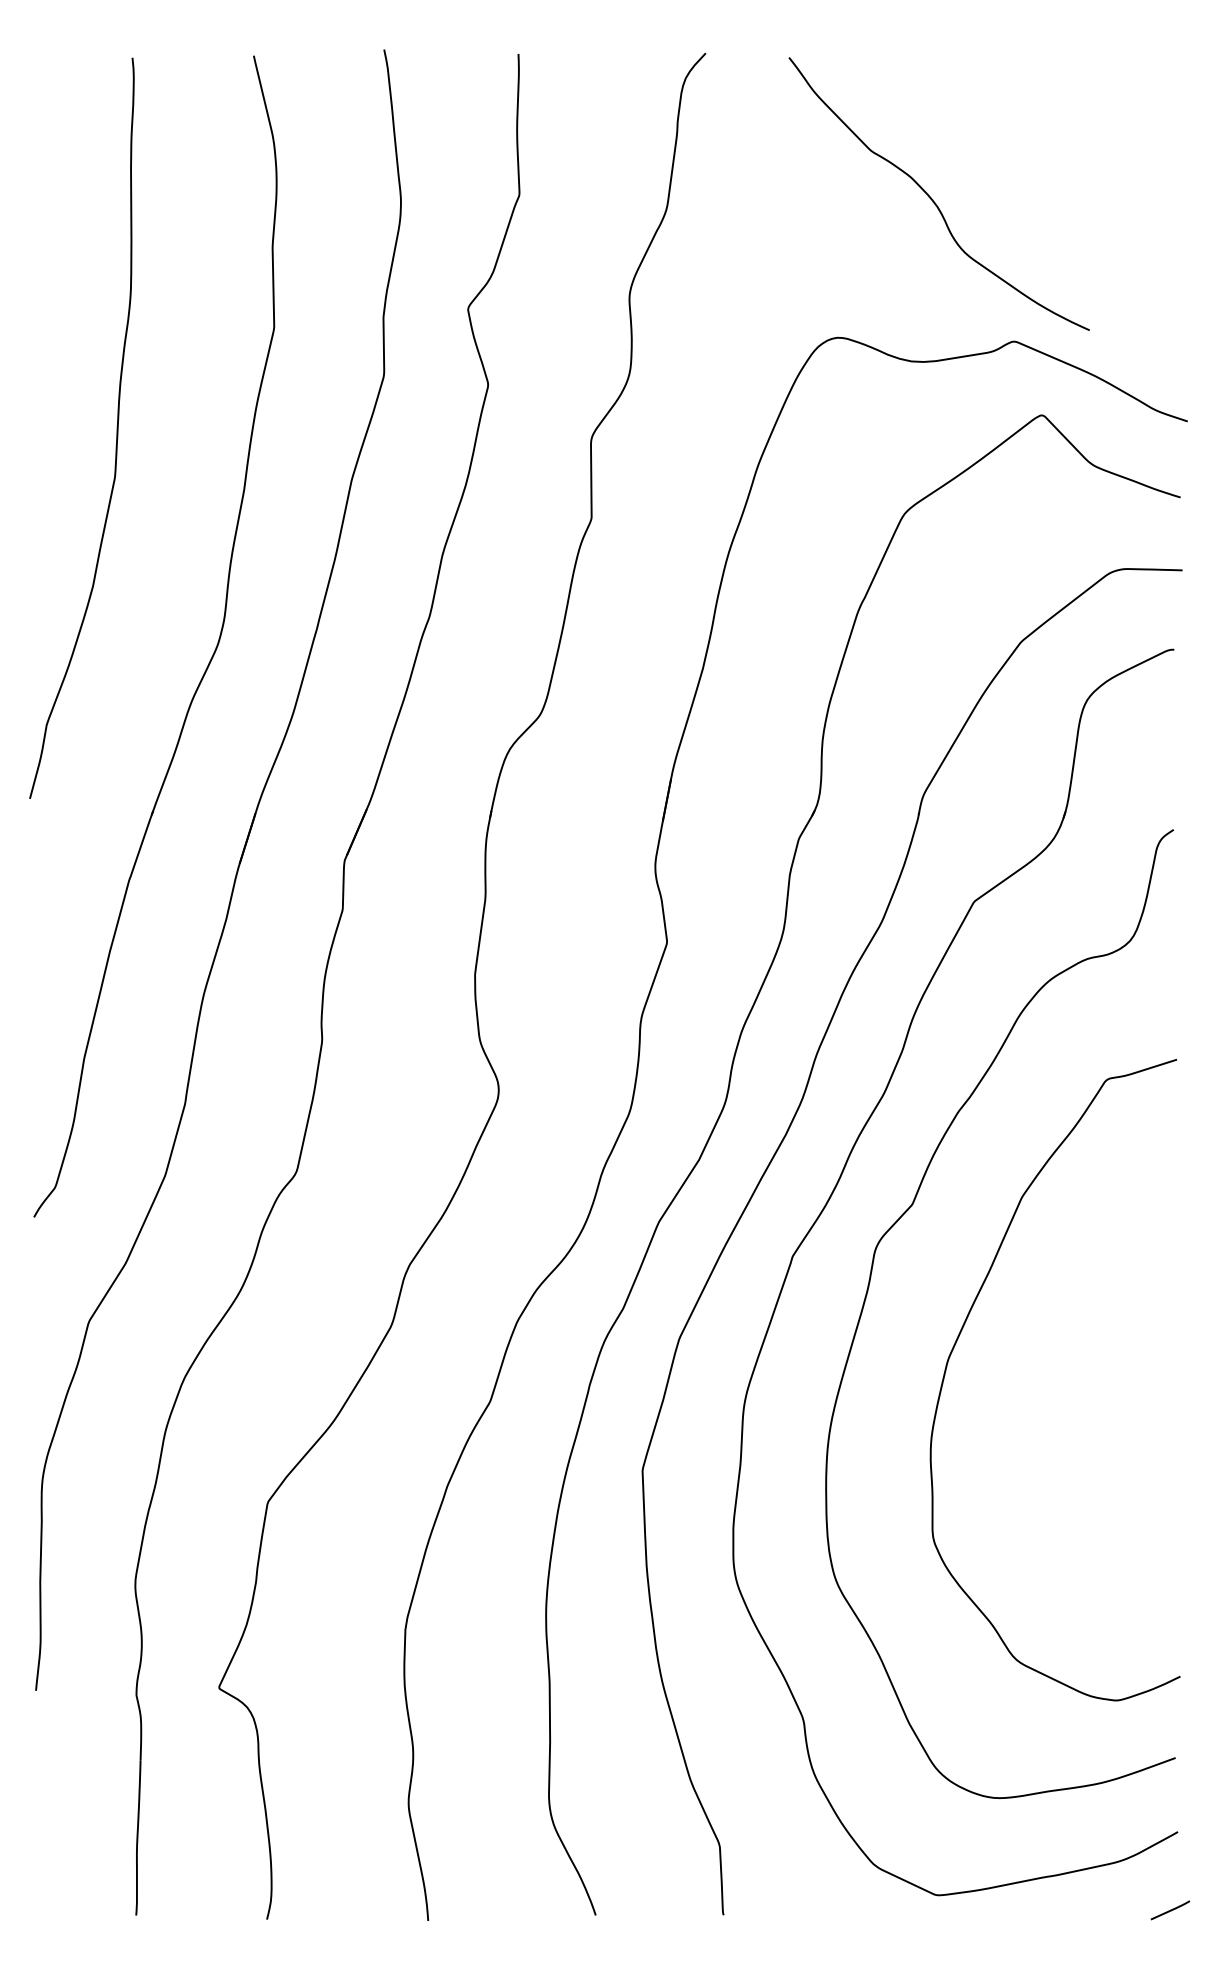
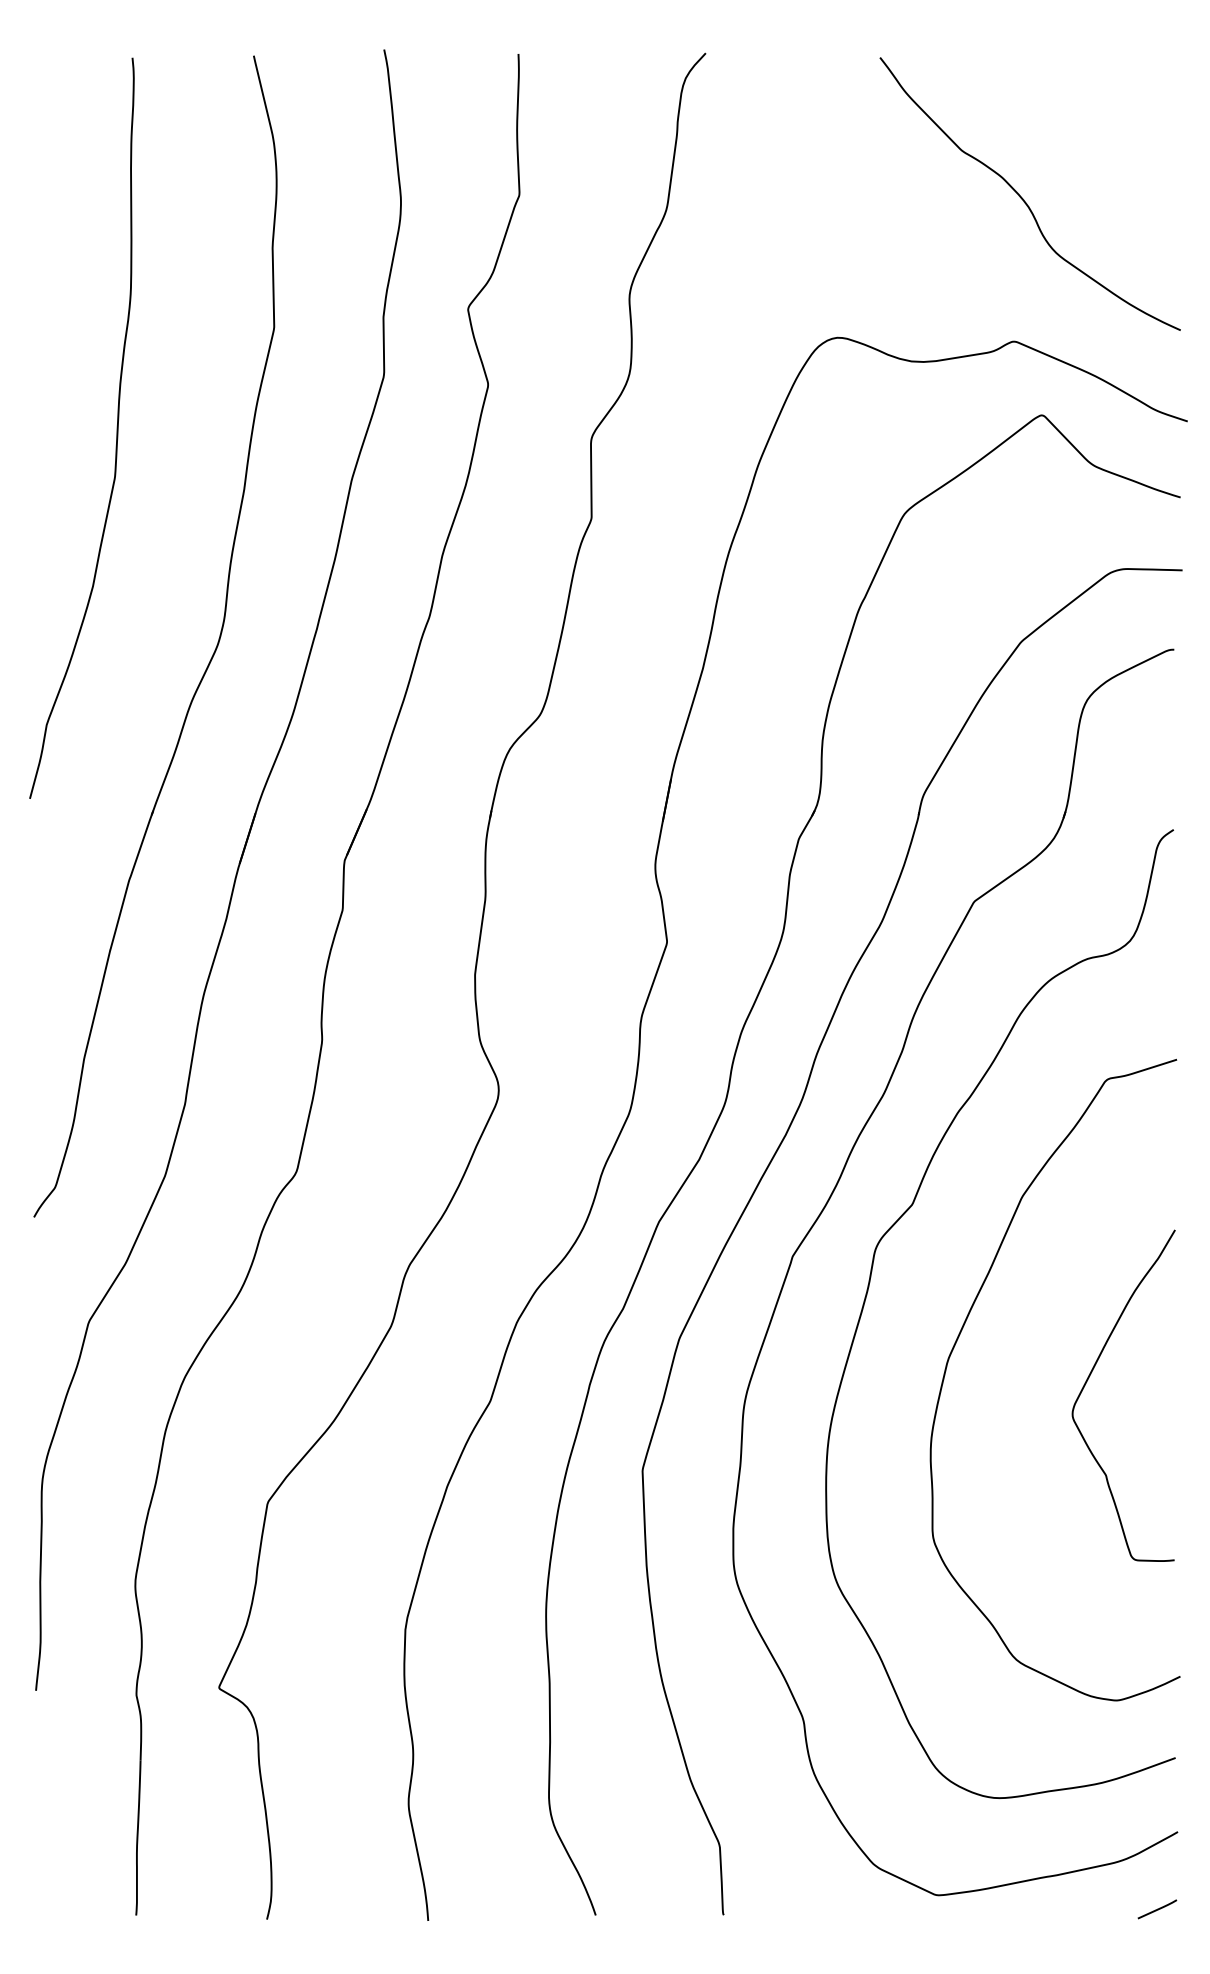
curve at (932, 198) position: (932, 198) -> (1023, 198)
curve at (1089, 1378): none -> present
line at (1170, 1910) position: (1170, 1910) -> (1157, 1909)
